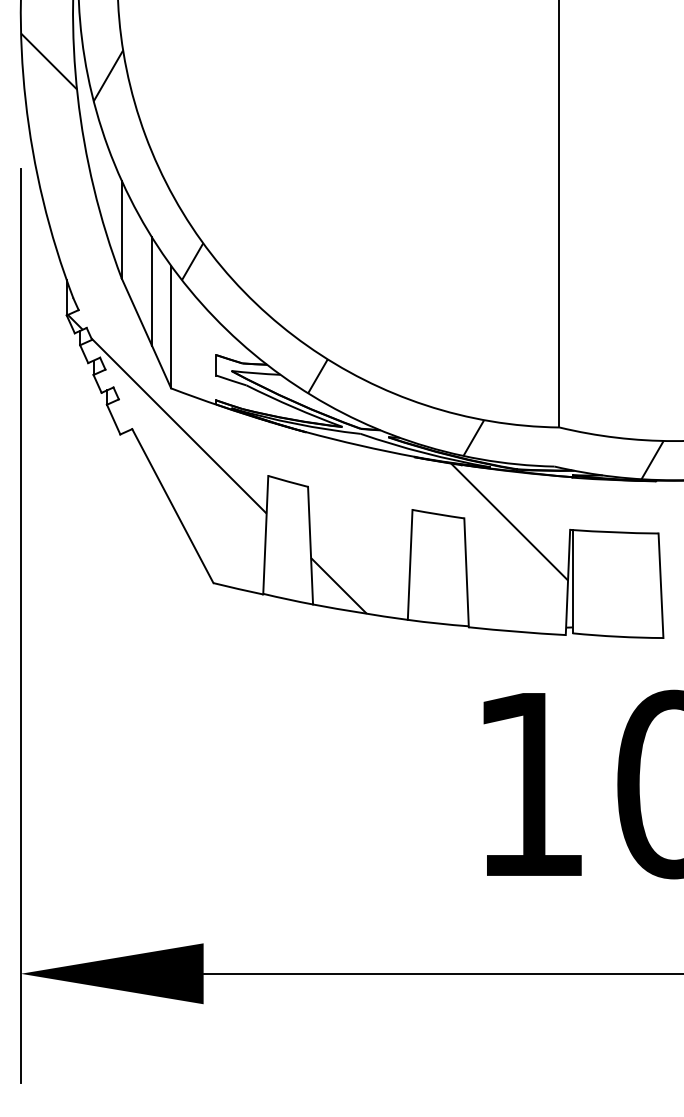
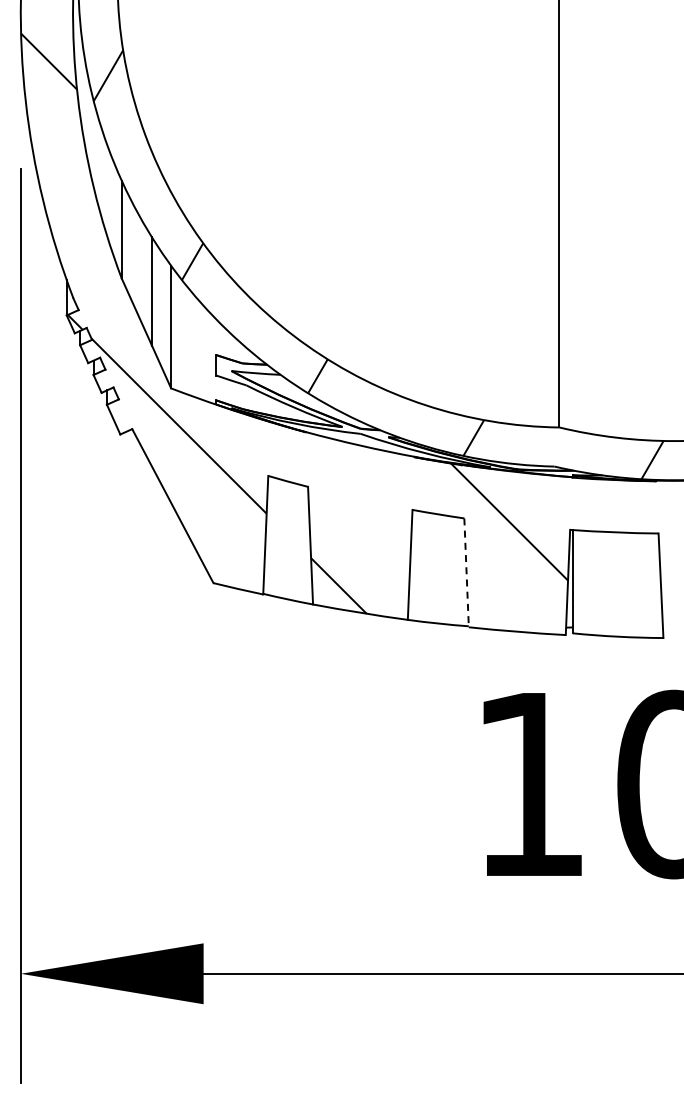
line at (466, 573): solid -> dashed
